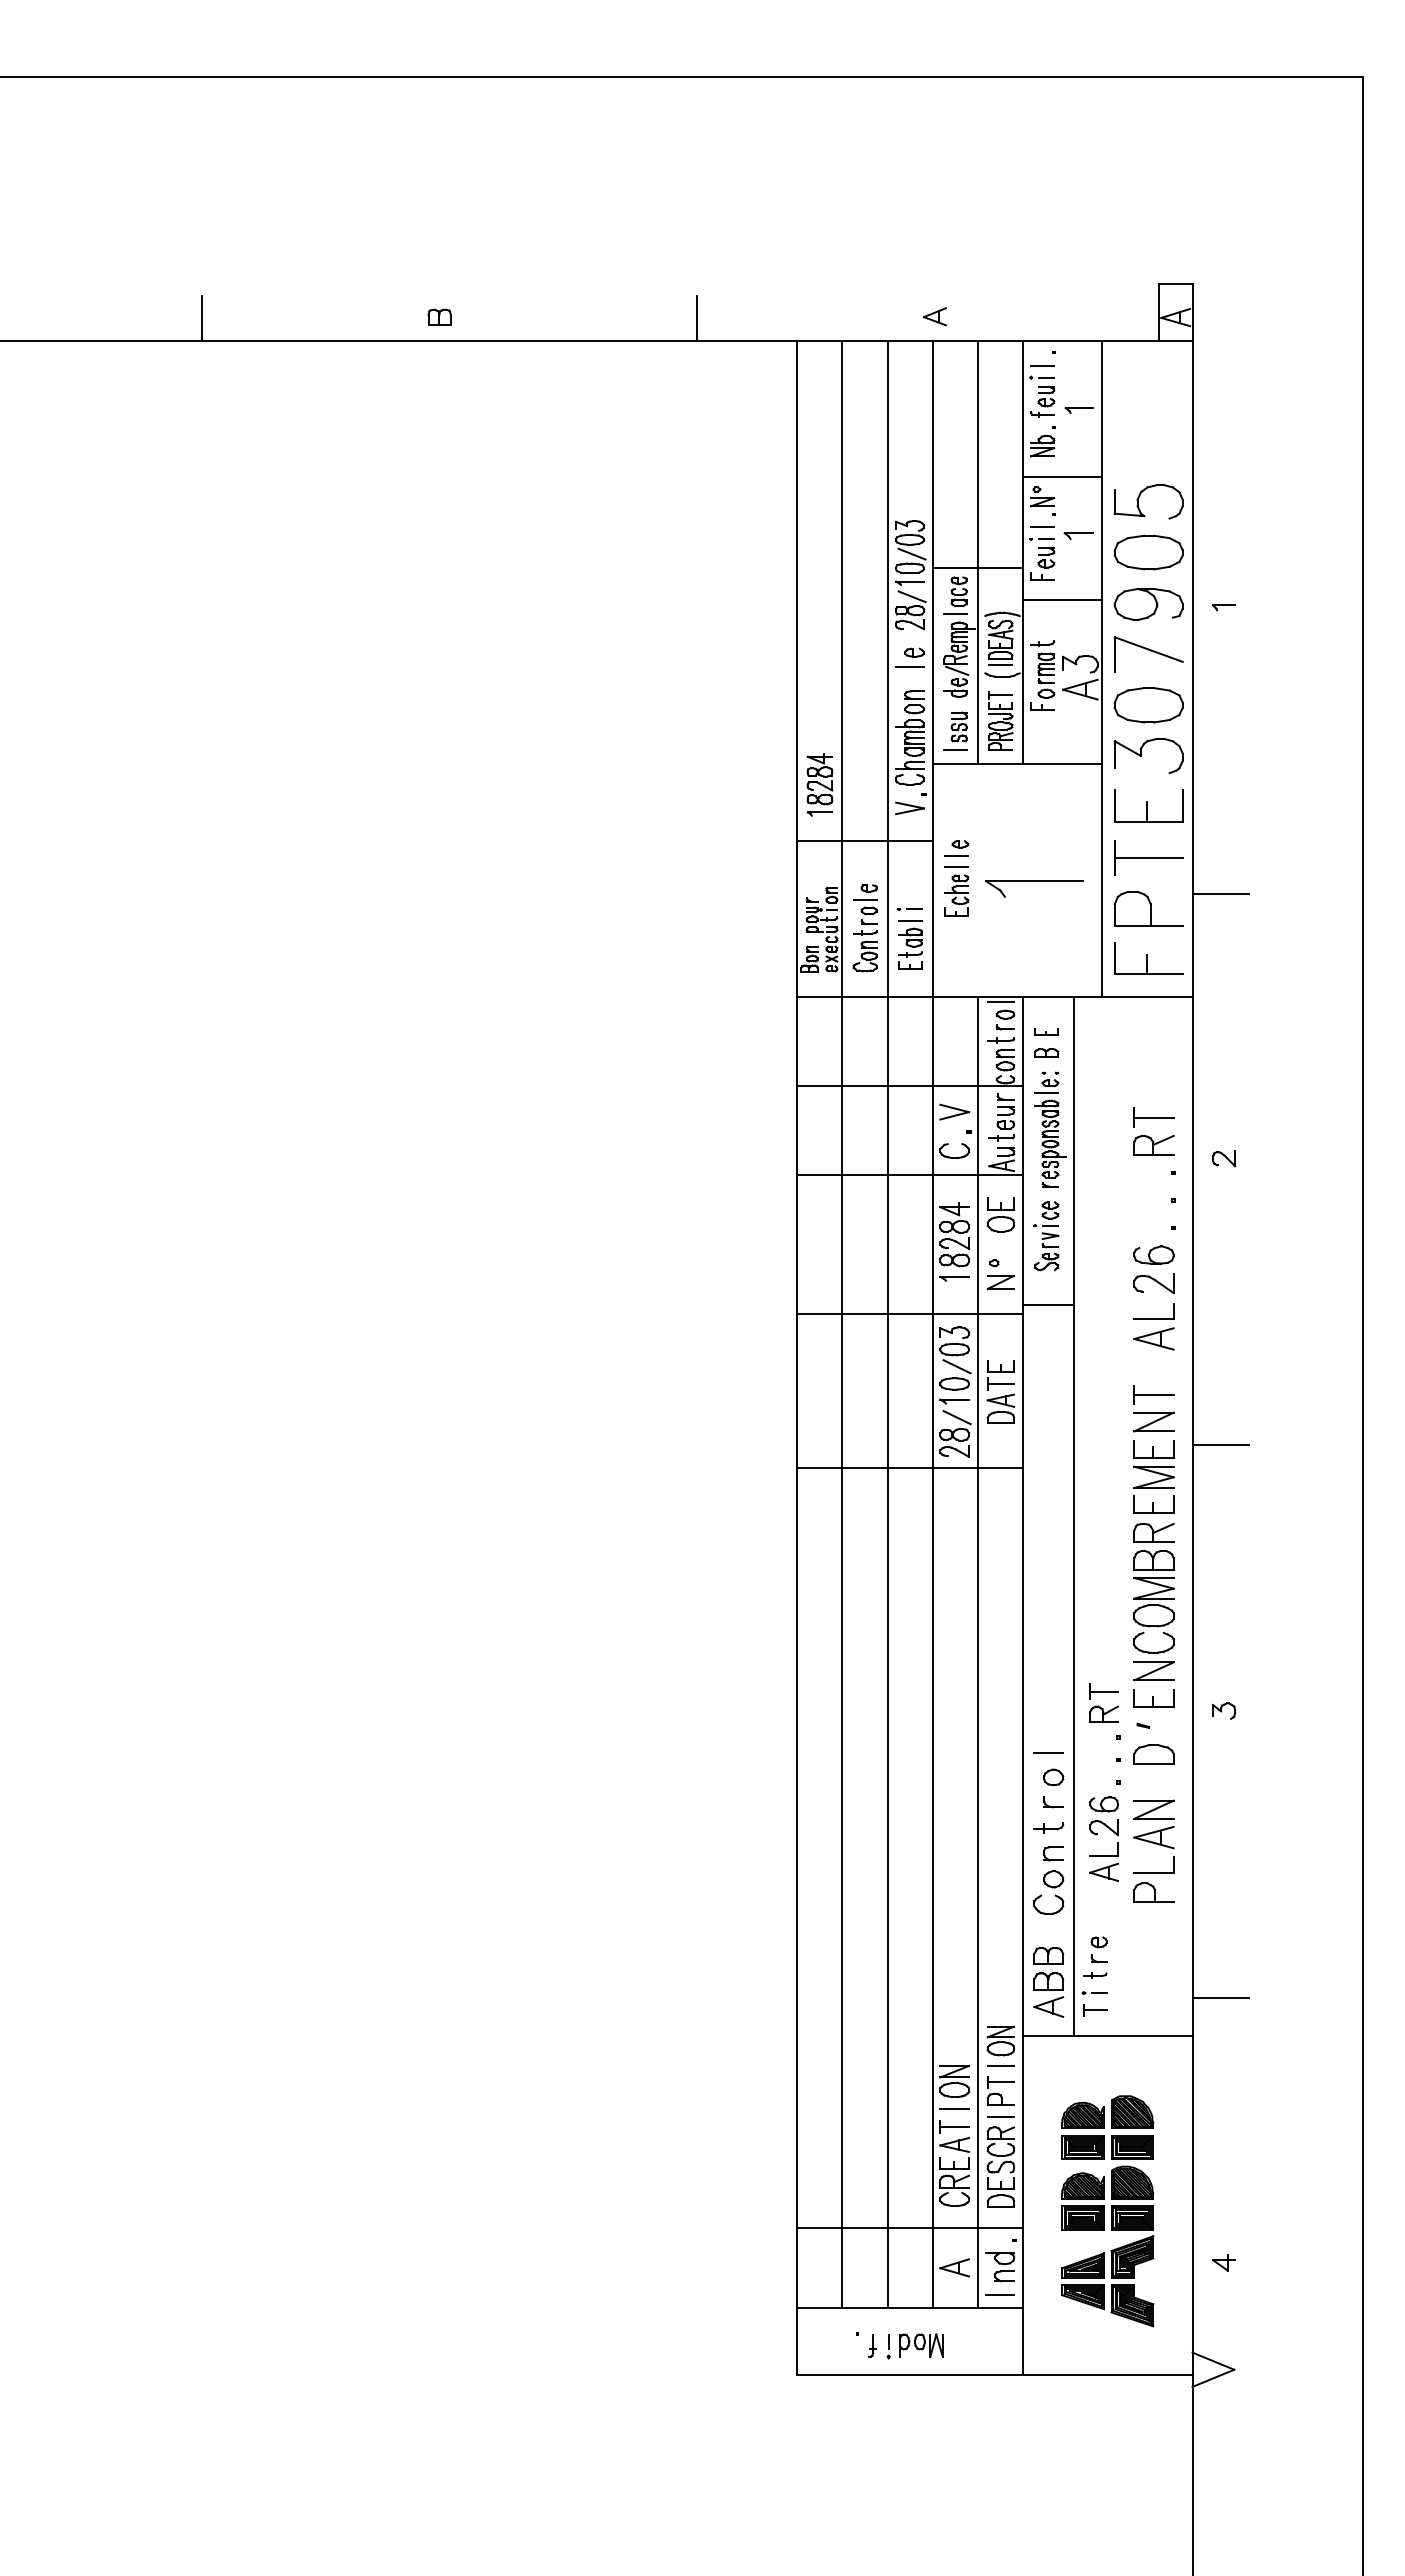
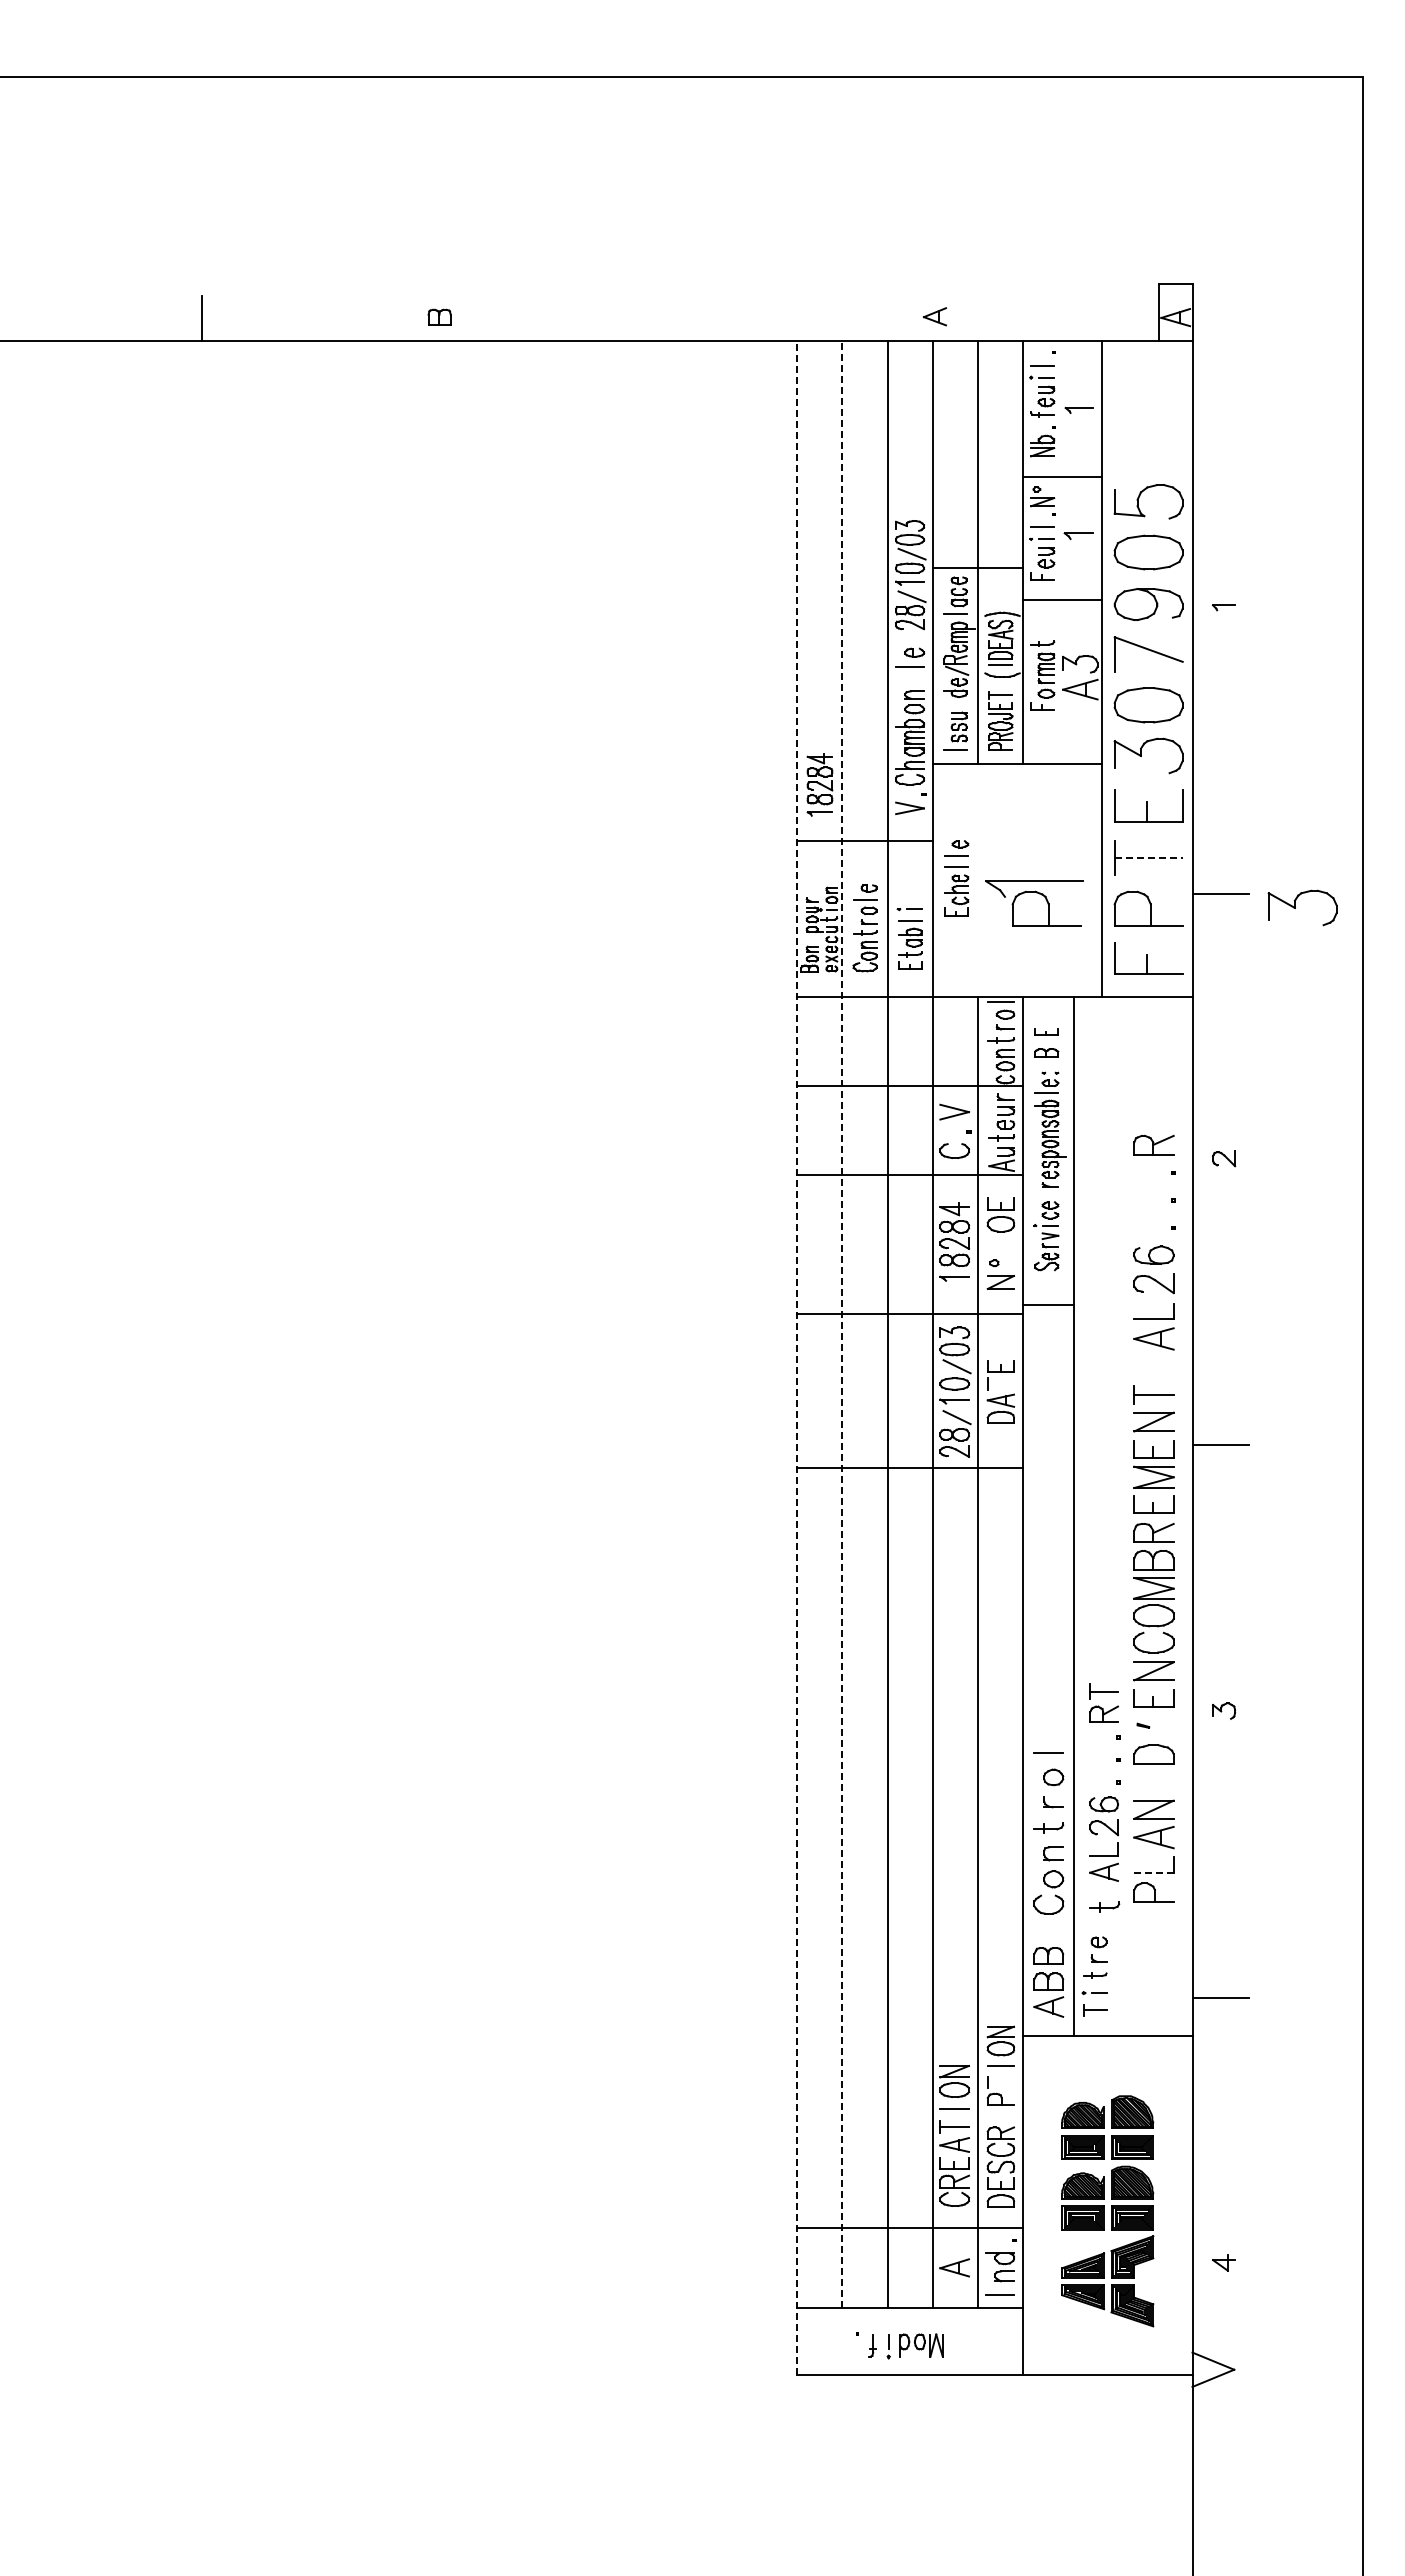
line at (697, 317): present -> none
line at (1148, 857): solid -> dashed
part at (1295, 907): none -> present
part at (1046, 908): none -> present
part at (1153, 1117): present -> none
line at (842, 1323): solid -> dashed
line at (797, 1357): solid -> dashed
line at (1000, 1384): present -> none
line at (1154, 1872): solid -> dashed
part at (1104, 1906): none -> present
line at (1000, 2082): present -> none
line at (1000, 2116): present -> none
